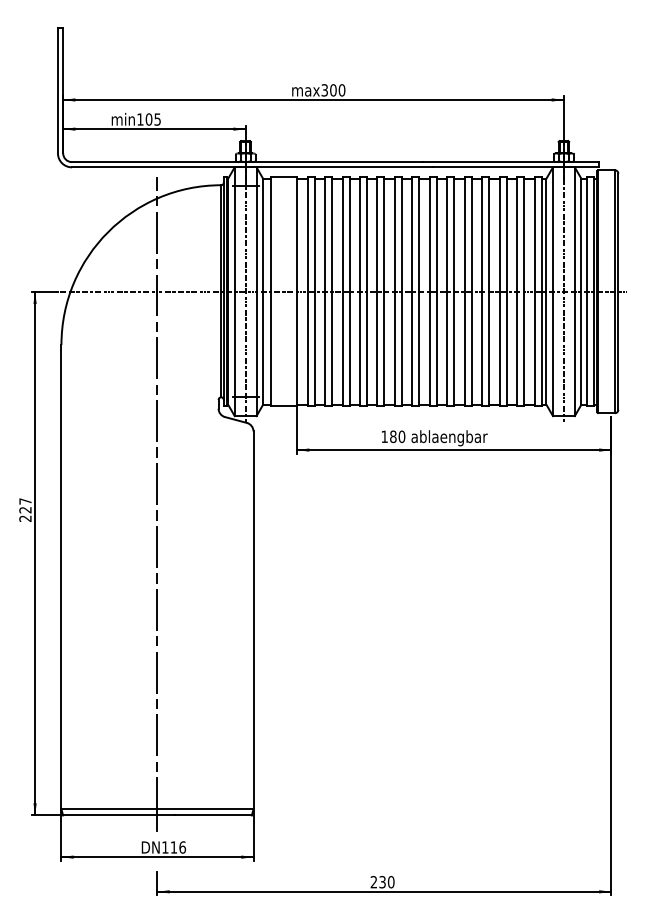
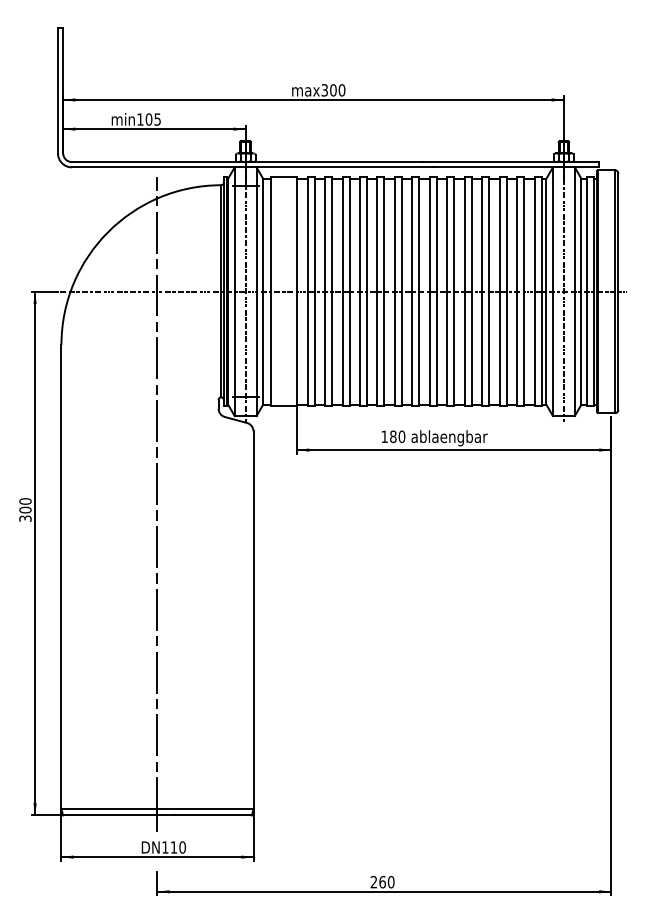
text at (25, 509): 227 -> 300
text at (182, 847): 116 -> 110
text at (382, 882): 230 -> 260
